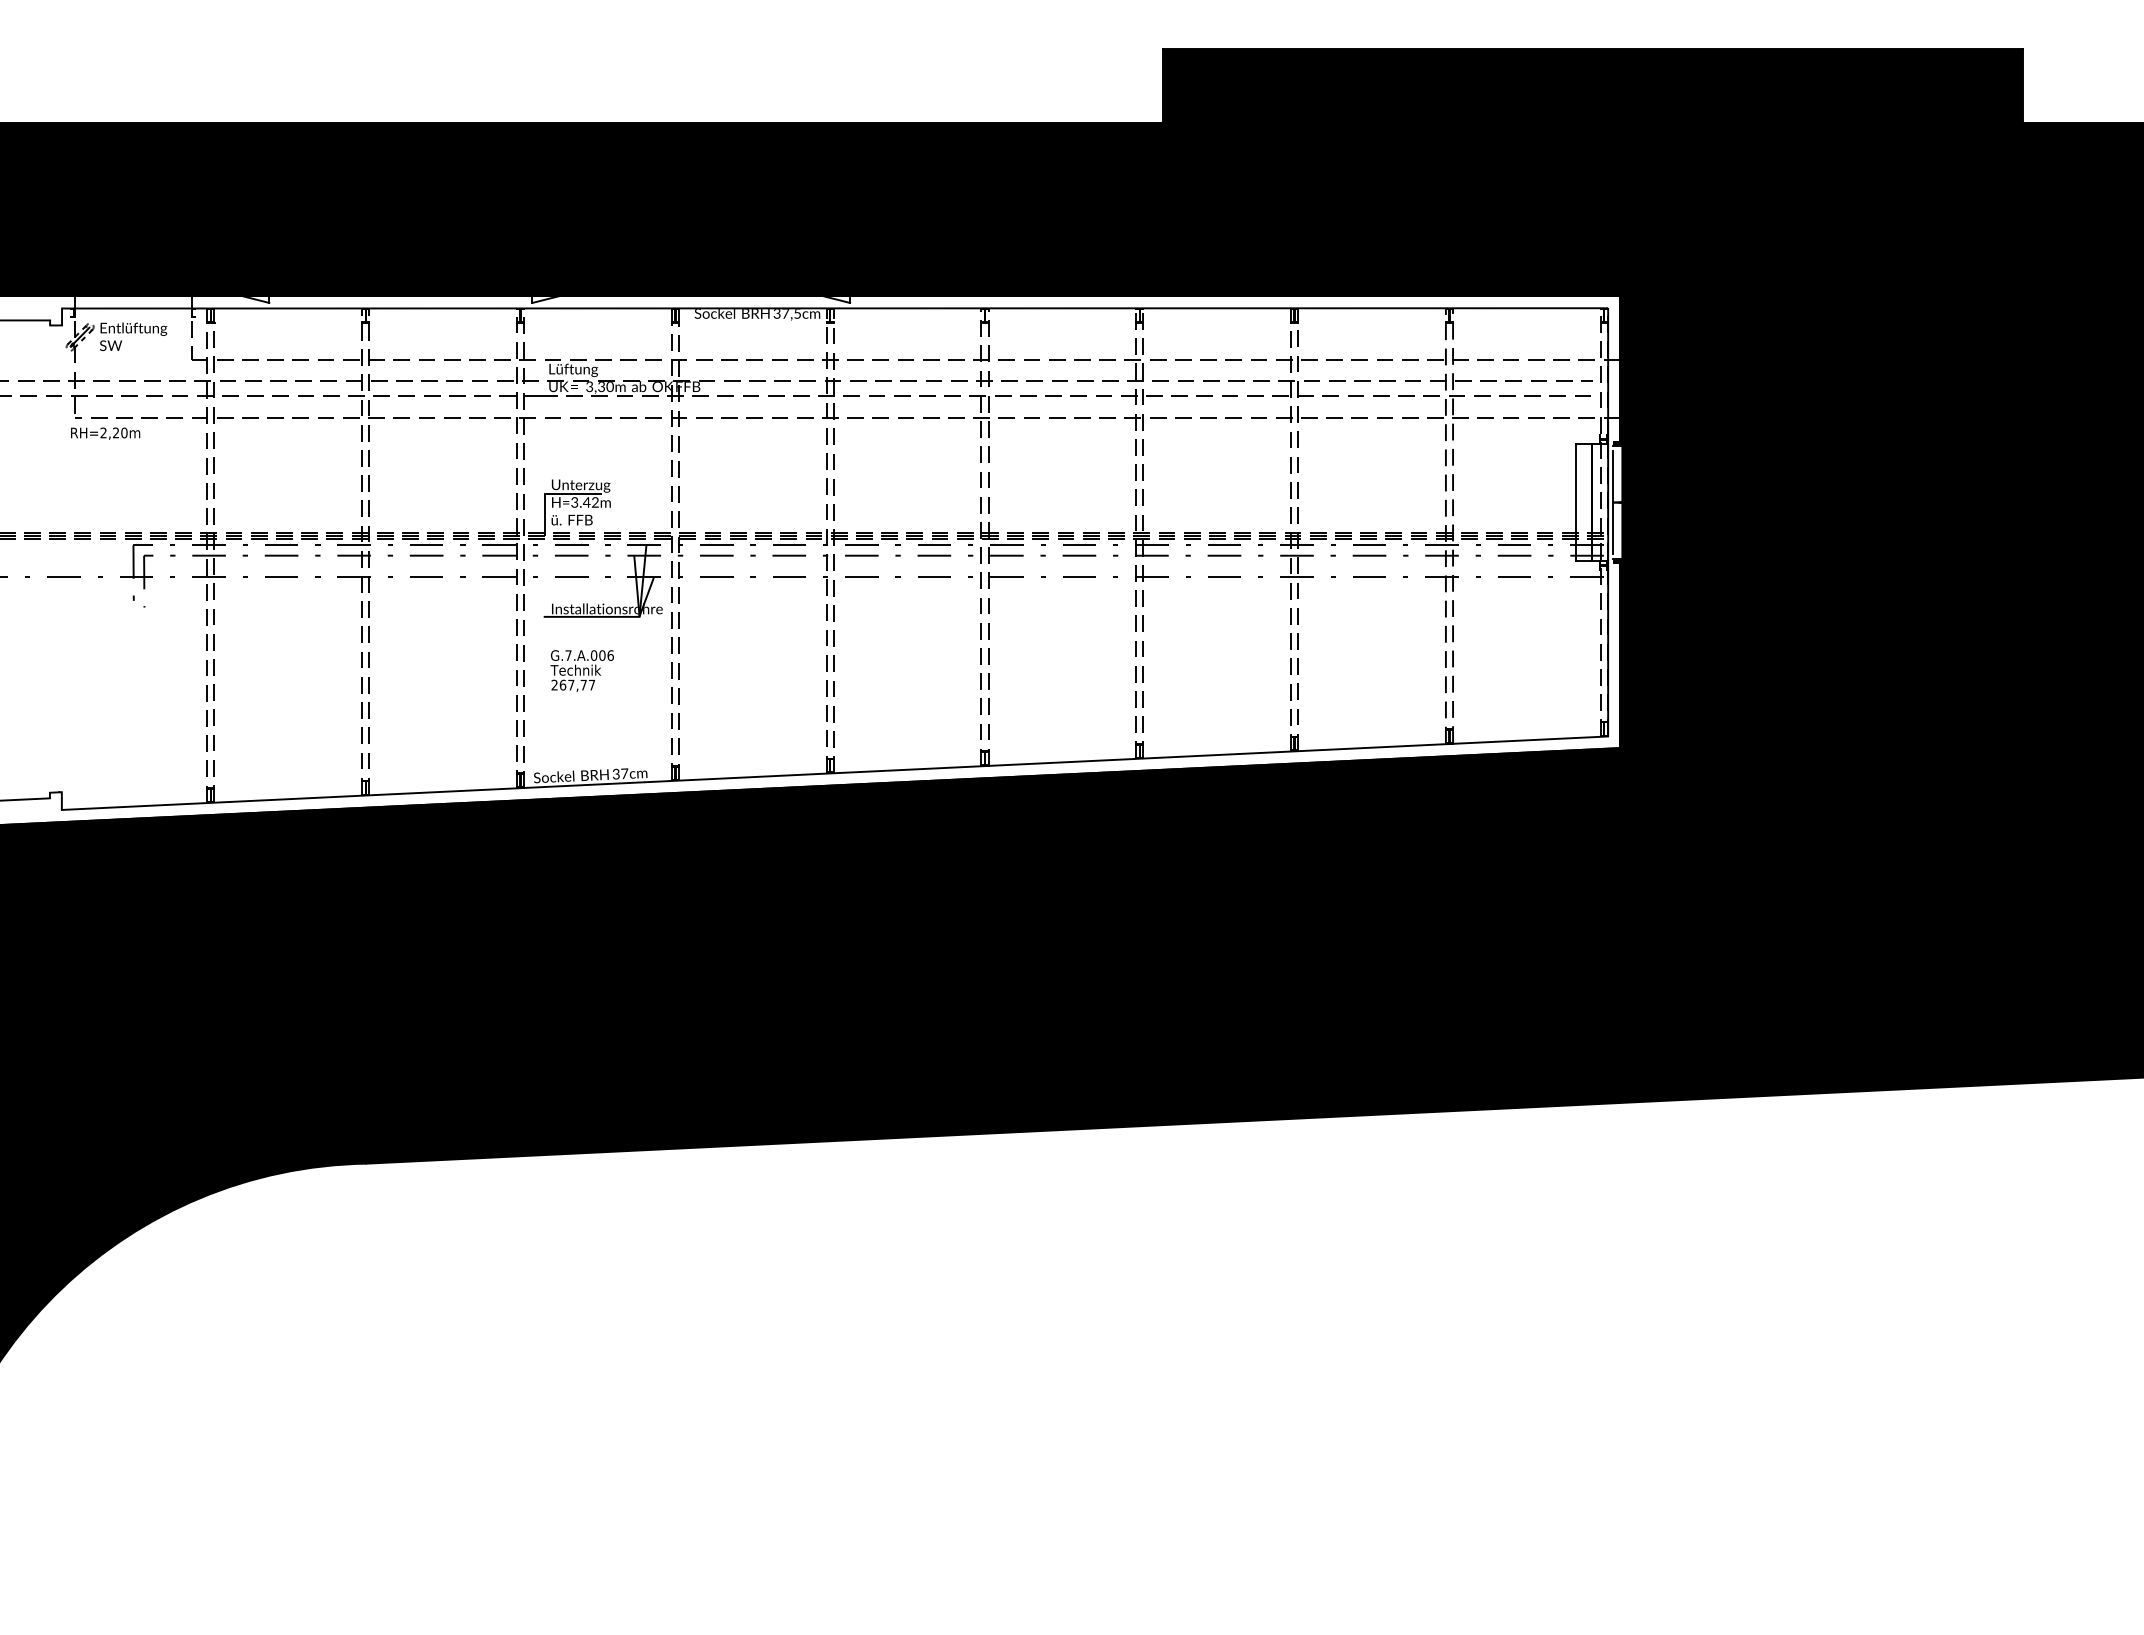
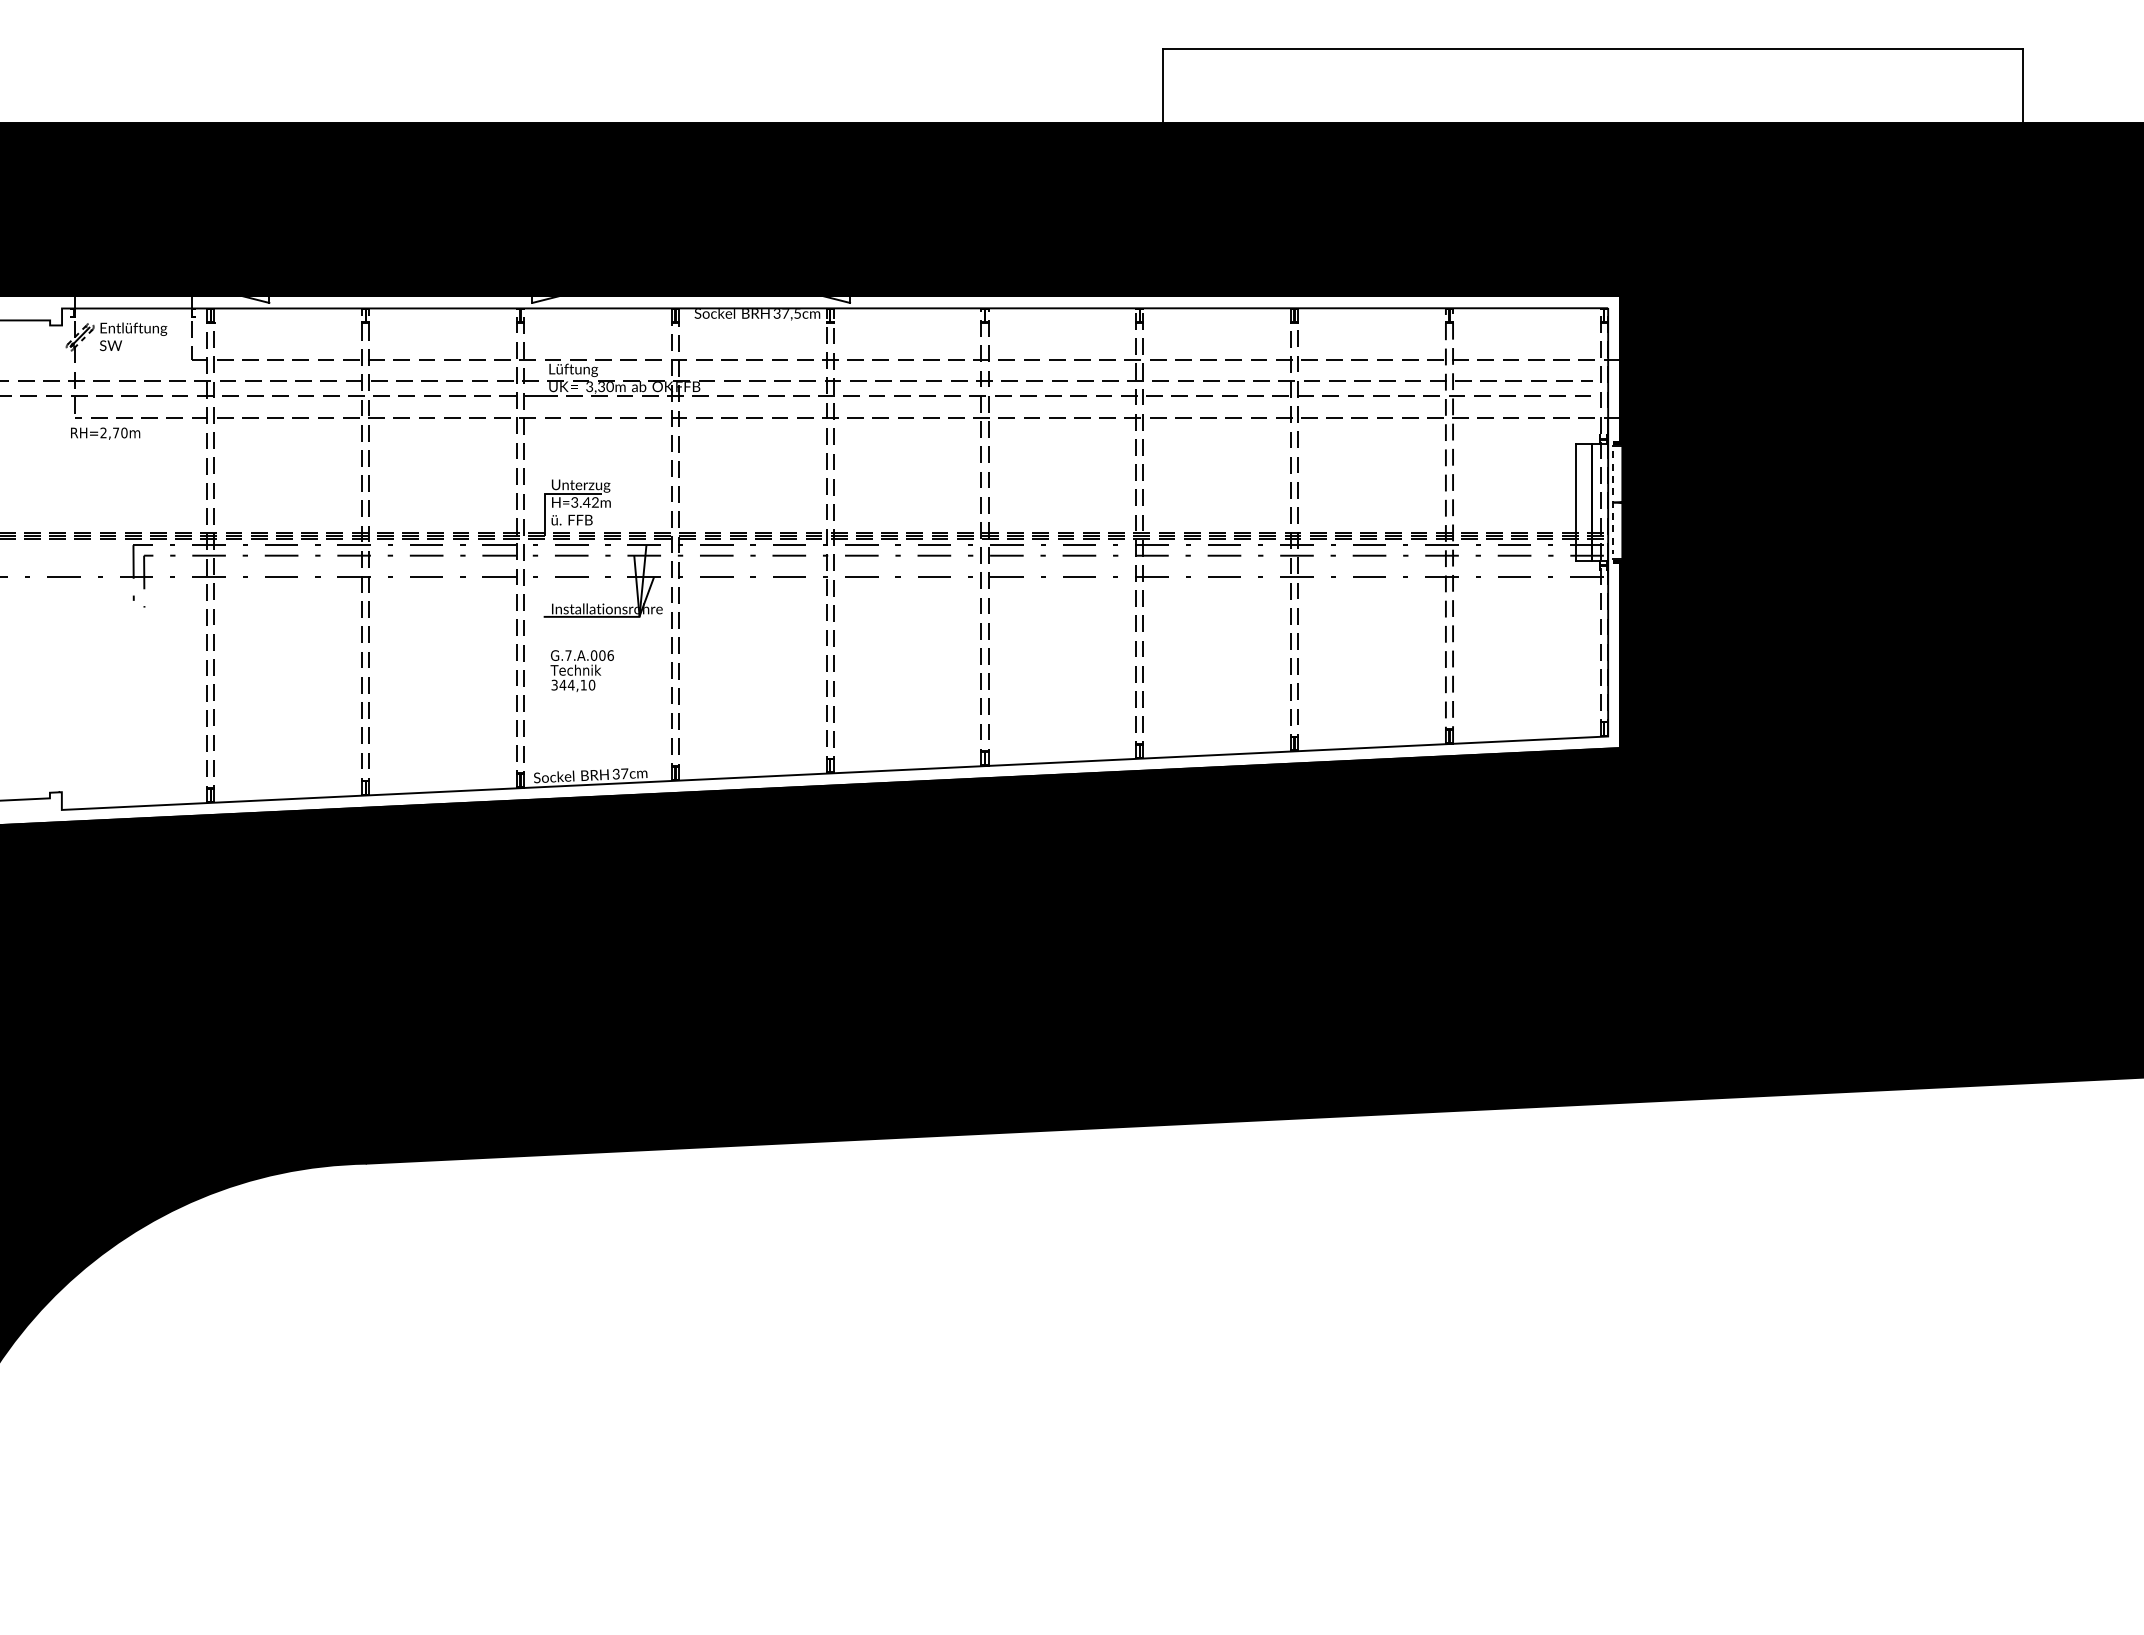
fill at (1592, 85): present -> none
text at (116, 432): RH=2,20m -> RH=2,70m
line at (1613, 503): solid -> dashed
text at (573, 684): 267,77 -> 344,10
